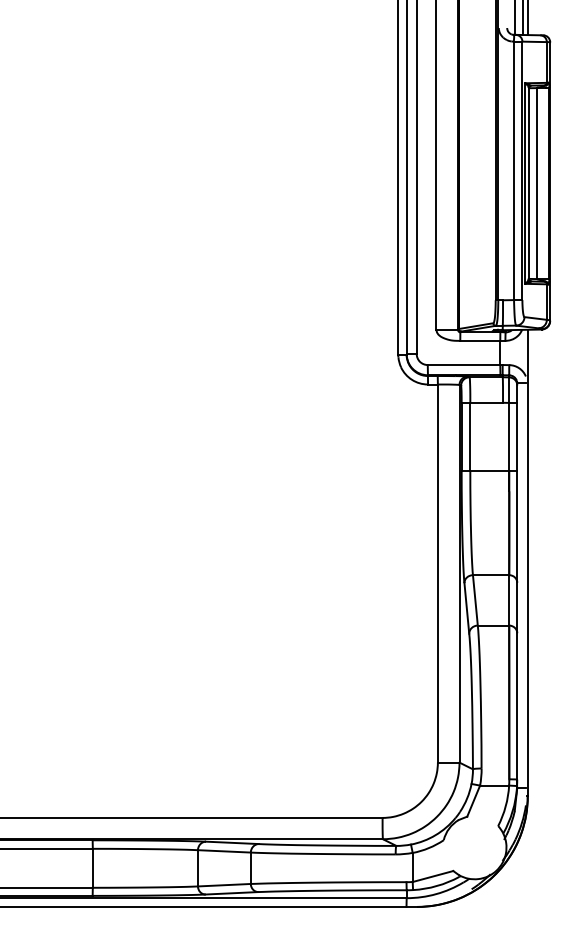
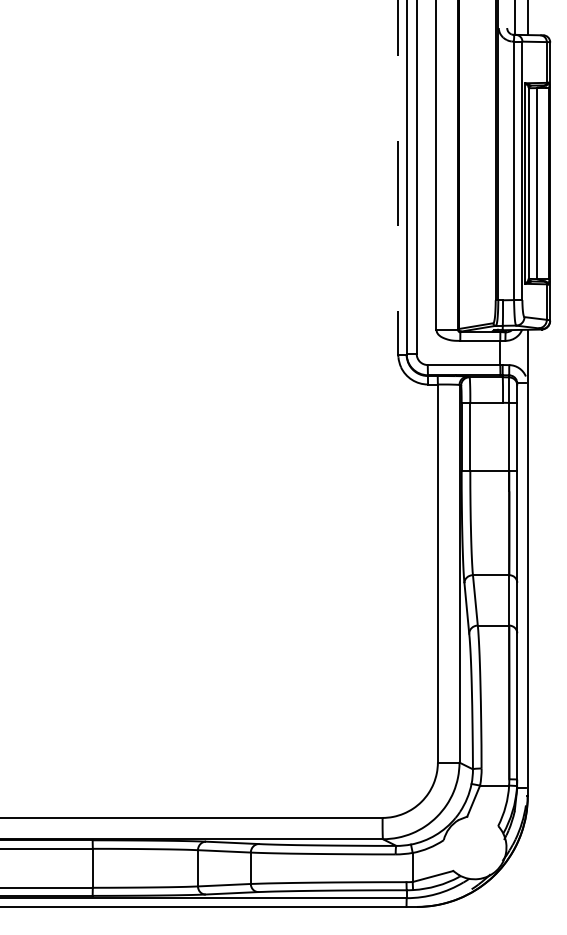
line at (523, 18): present -> none
line at (398, 177): solid -> dashed
